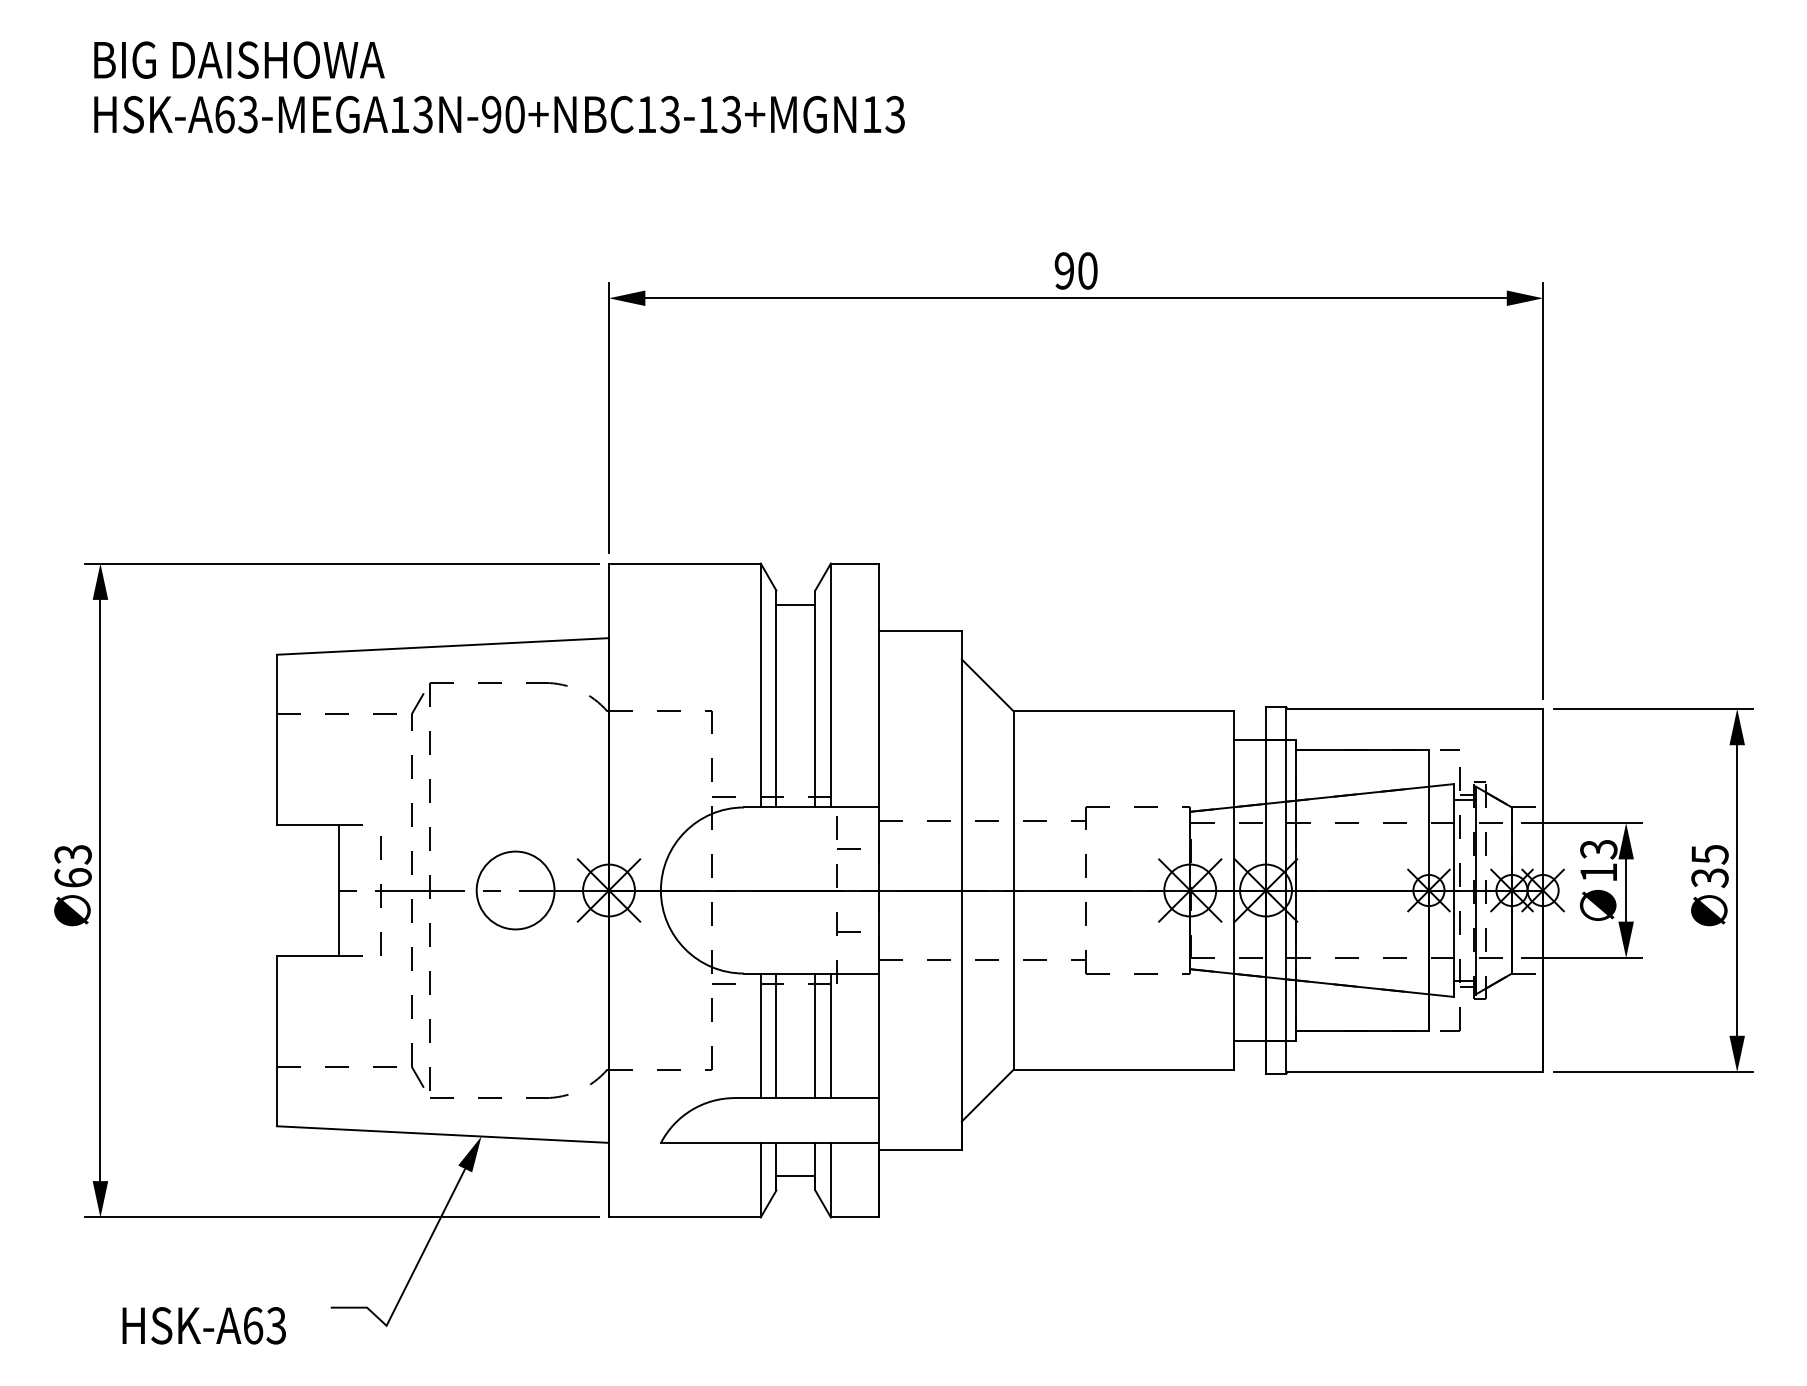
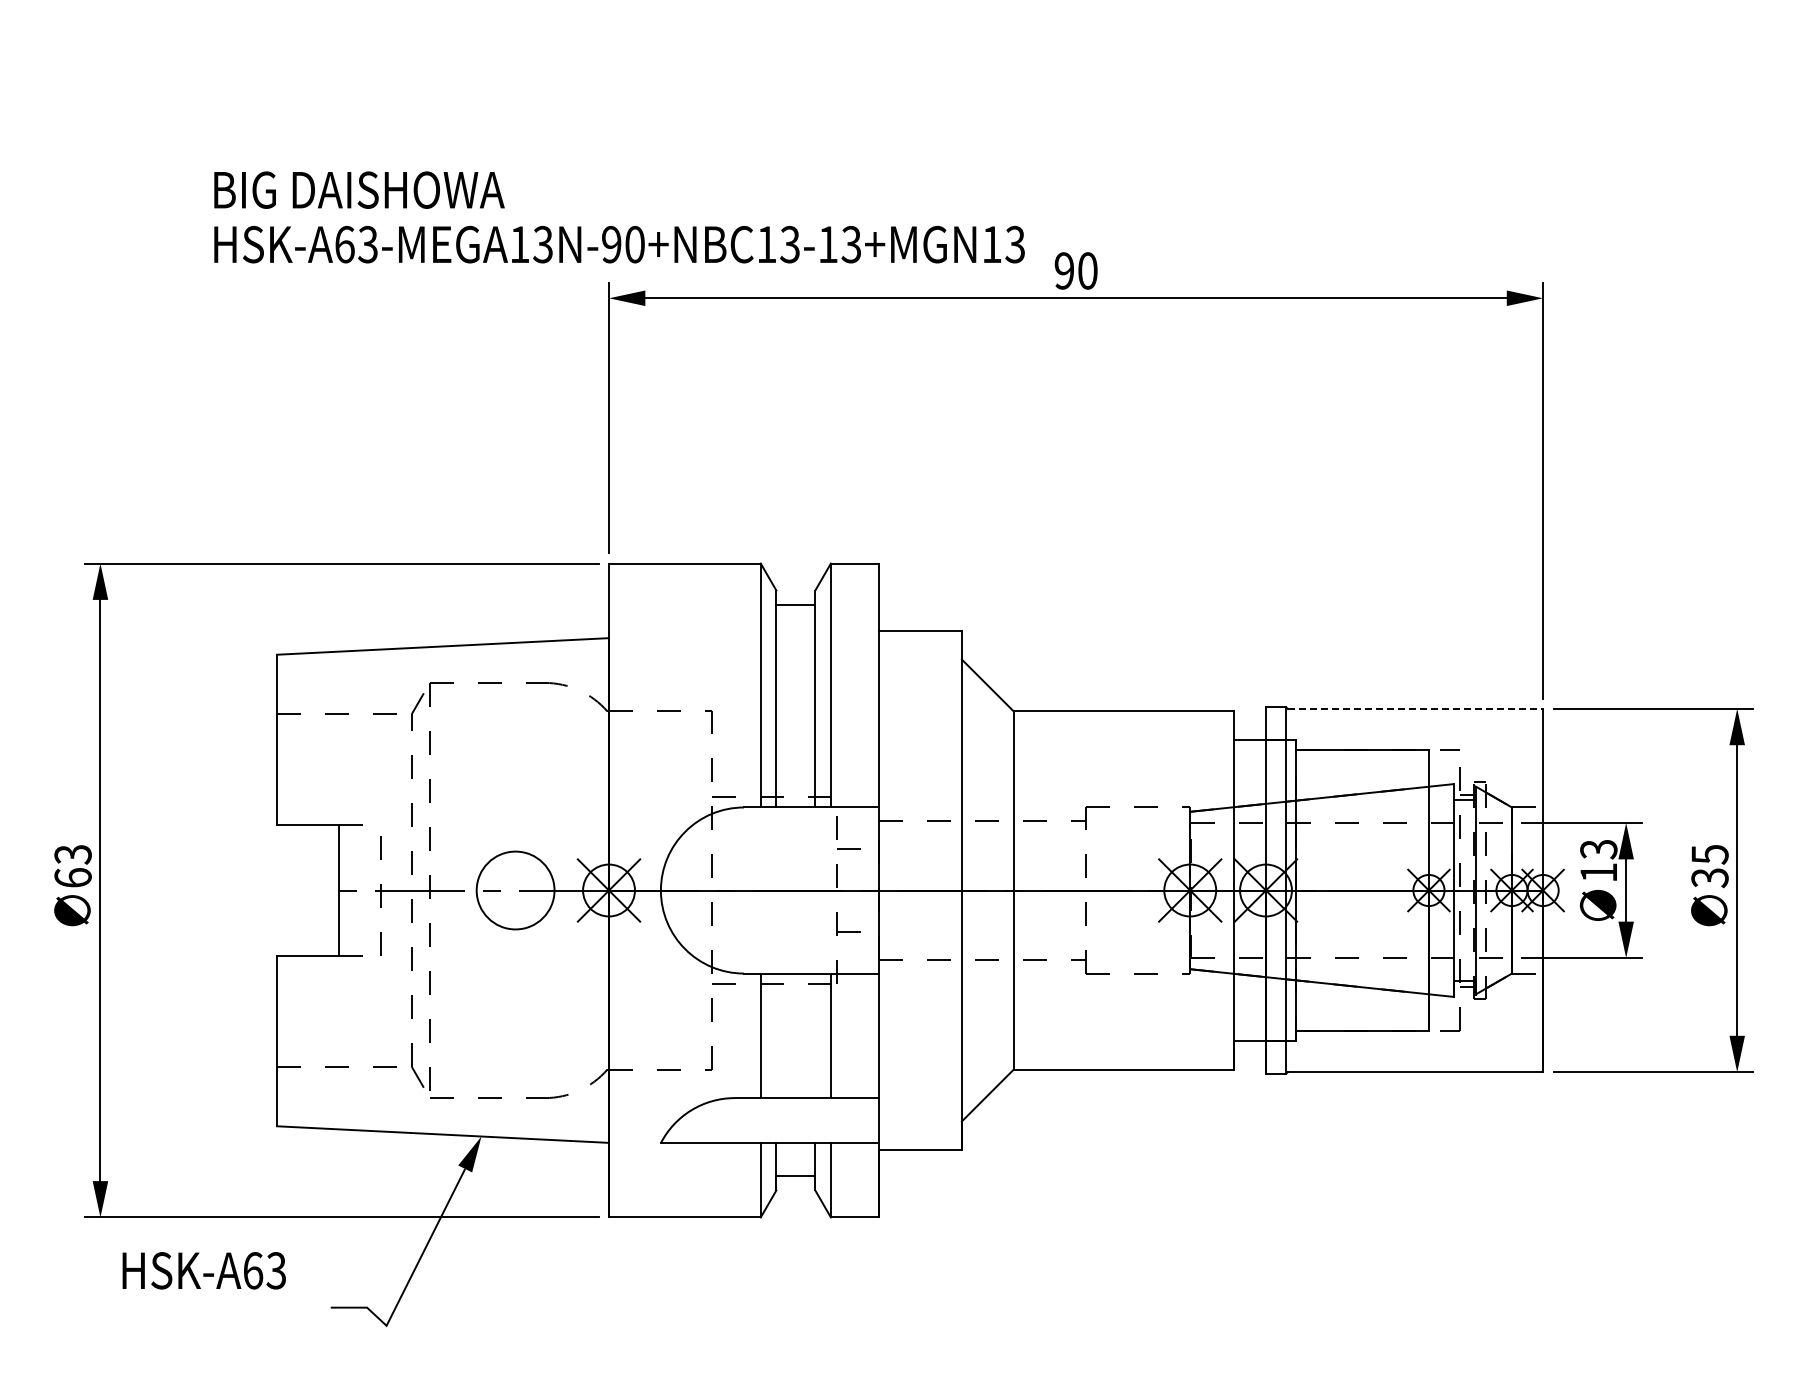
text at (499, 87) position: (499, 87) -> (619, 217)
line at (1415, 708): solid -> dashed
line at (776, 1035): present -> none
line at (815, 1035): present -> none
text at (203, 1325) position: (203, 1325) -> (203, 1270)
